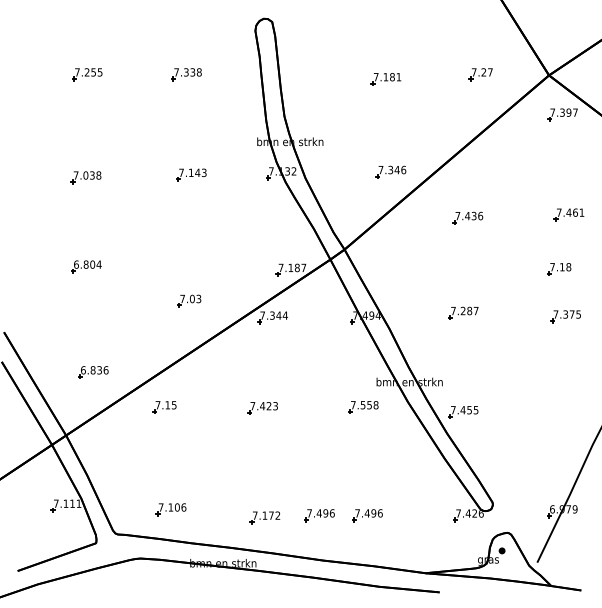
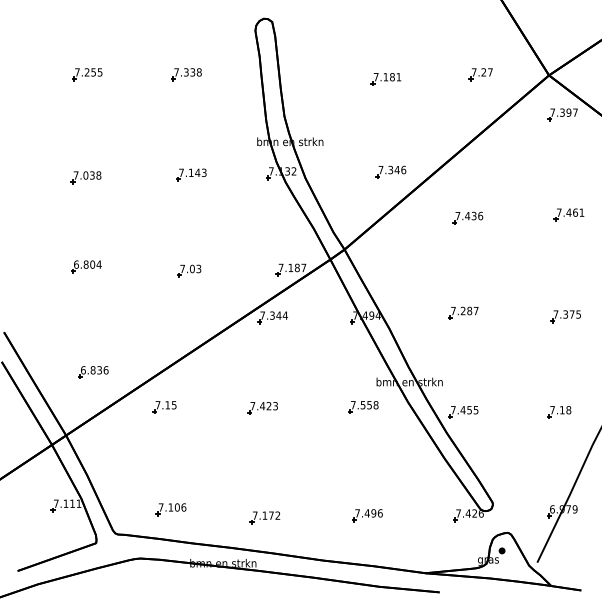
part at (559, 269) position: (559, 269) -> (559, 412)
part at (189, 300) position: (189, 300) -> (189, 270)
part at (319, 515): present -> none
